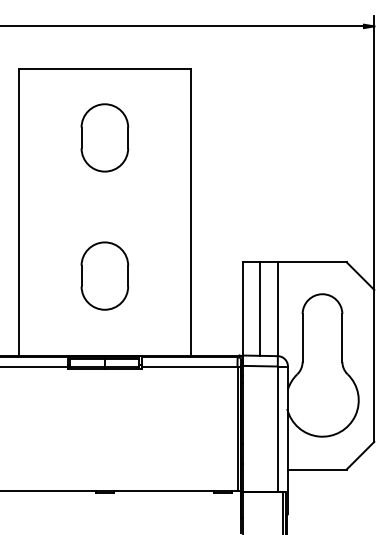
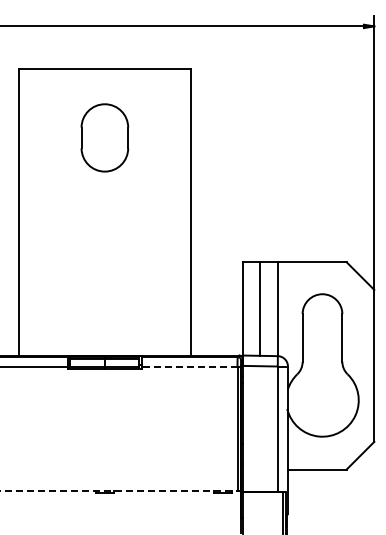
part at (104, 275): present -> none
line at (189, 367): solid -> dashed
line at (118, 491): solid -> dashed
